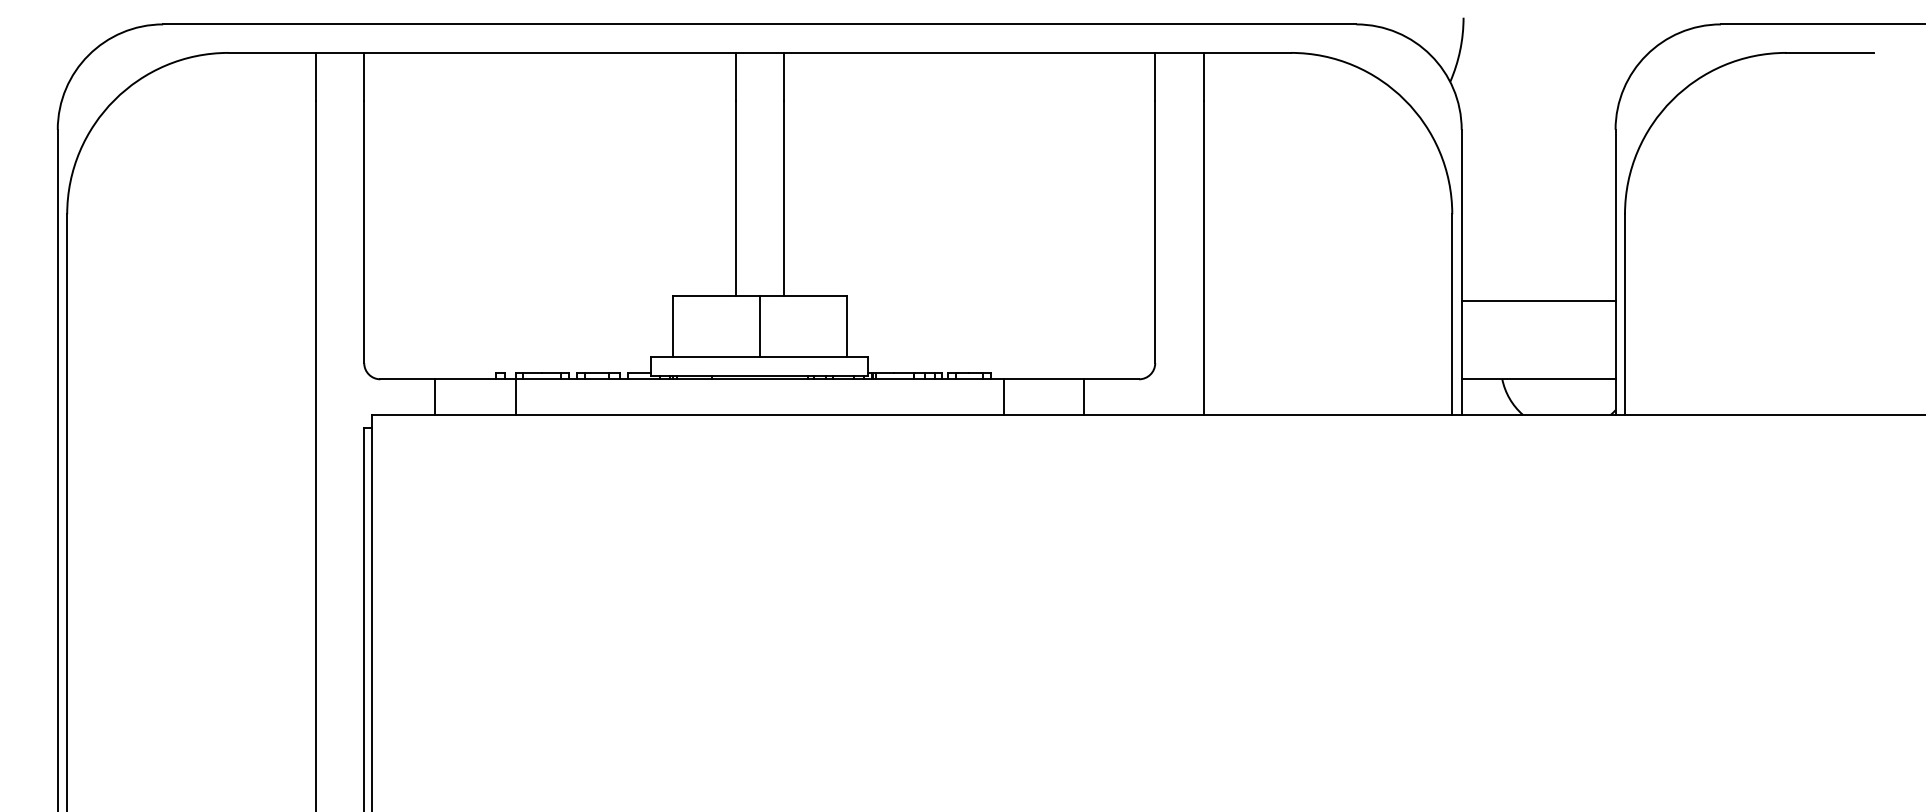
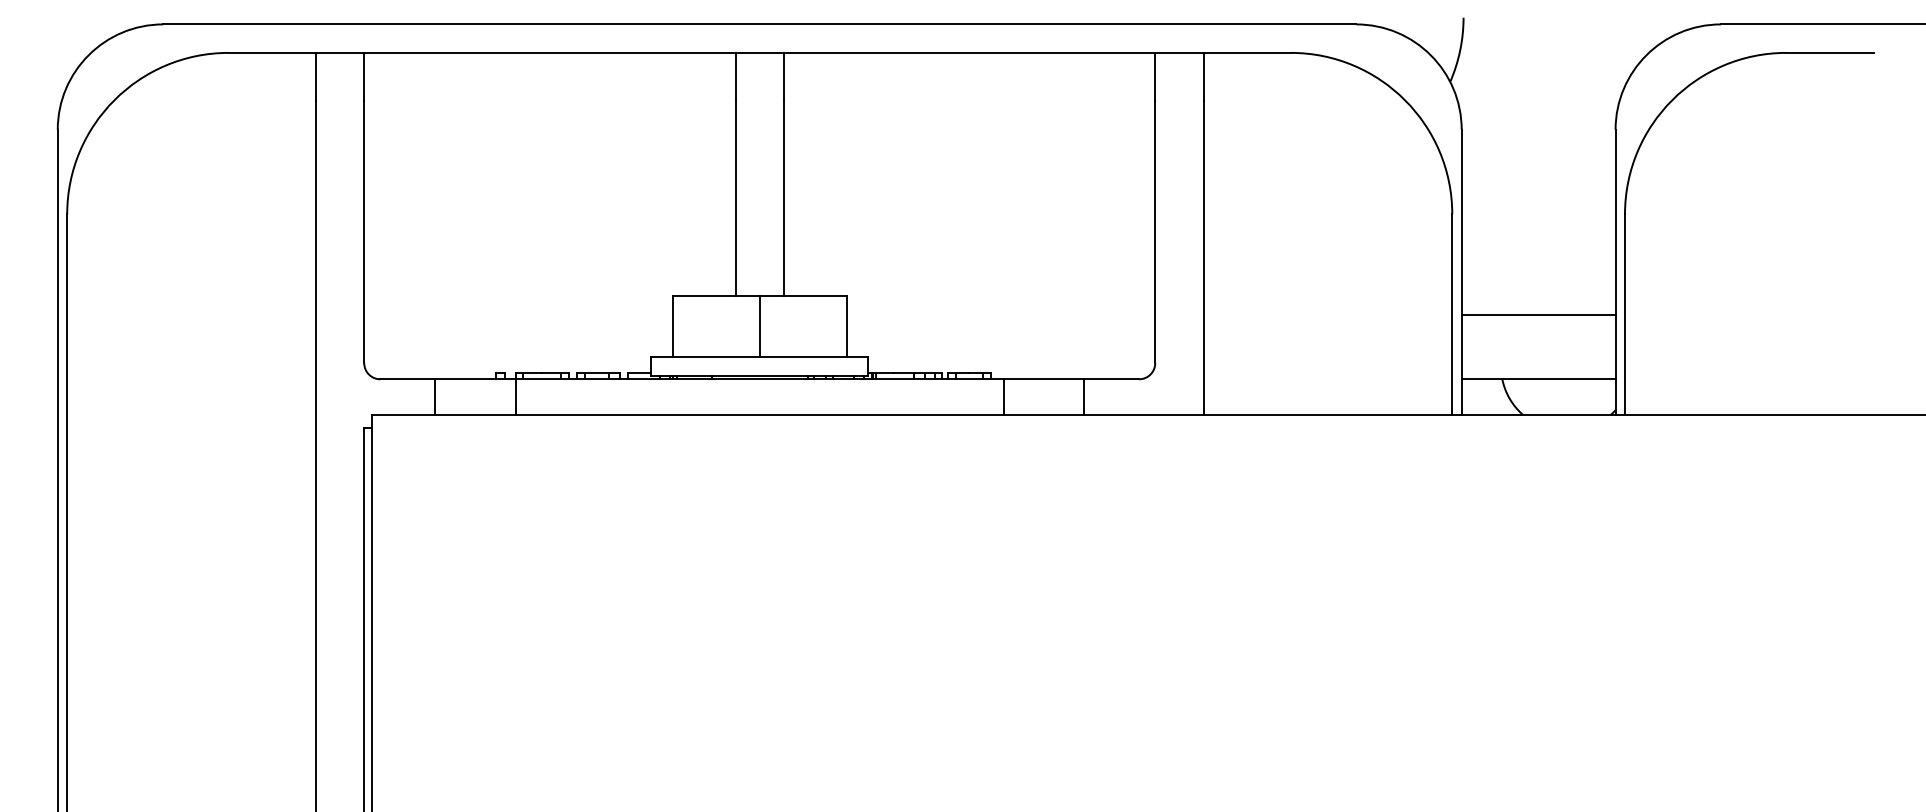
line at (1538, 300) position: (1538, 300) -> (1538, 314)
